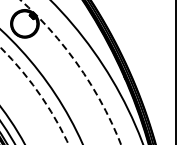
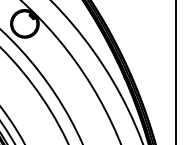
arc at (78, 66): dashed -> solid
circle at (34, 95): dashed -> solid
